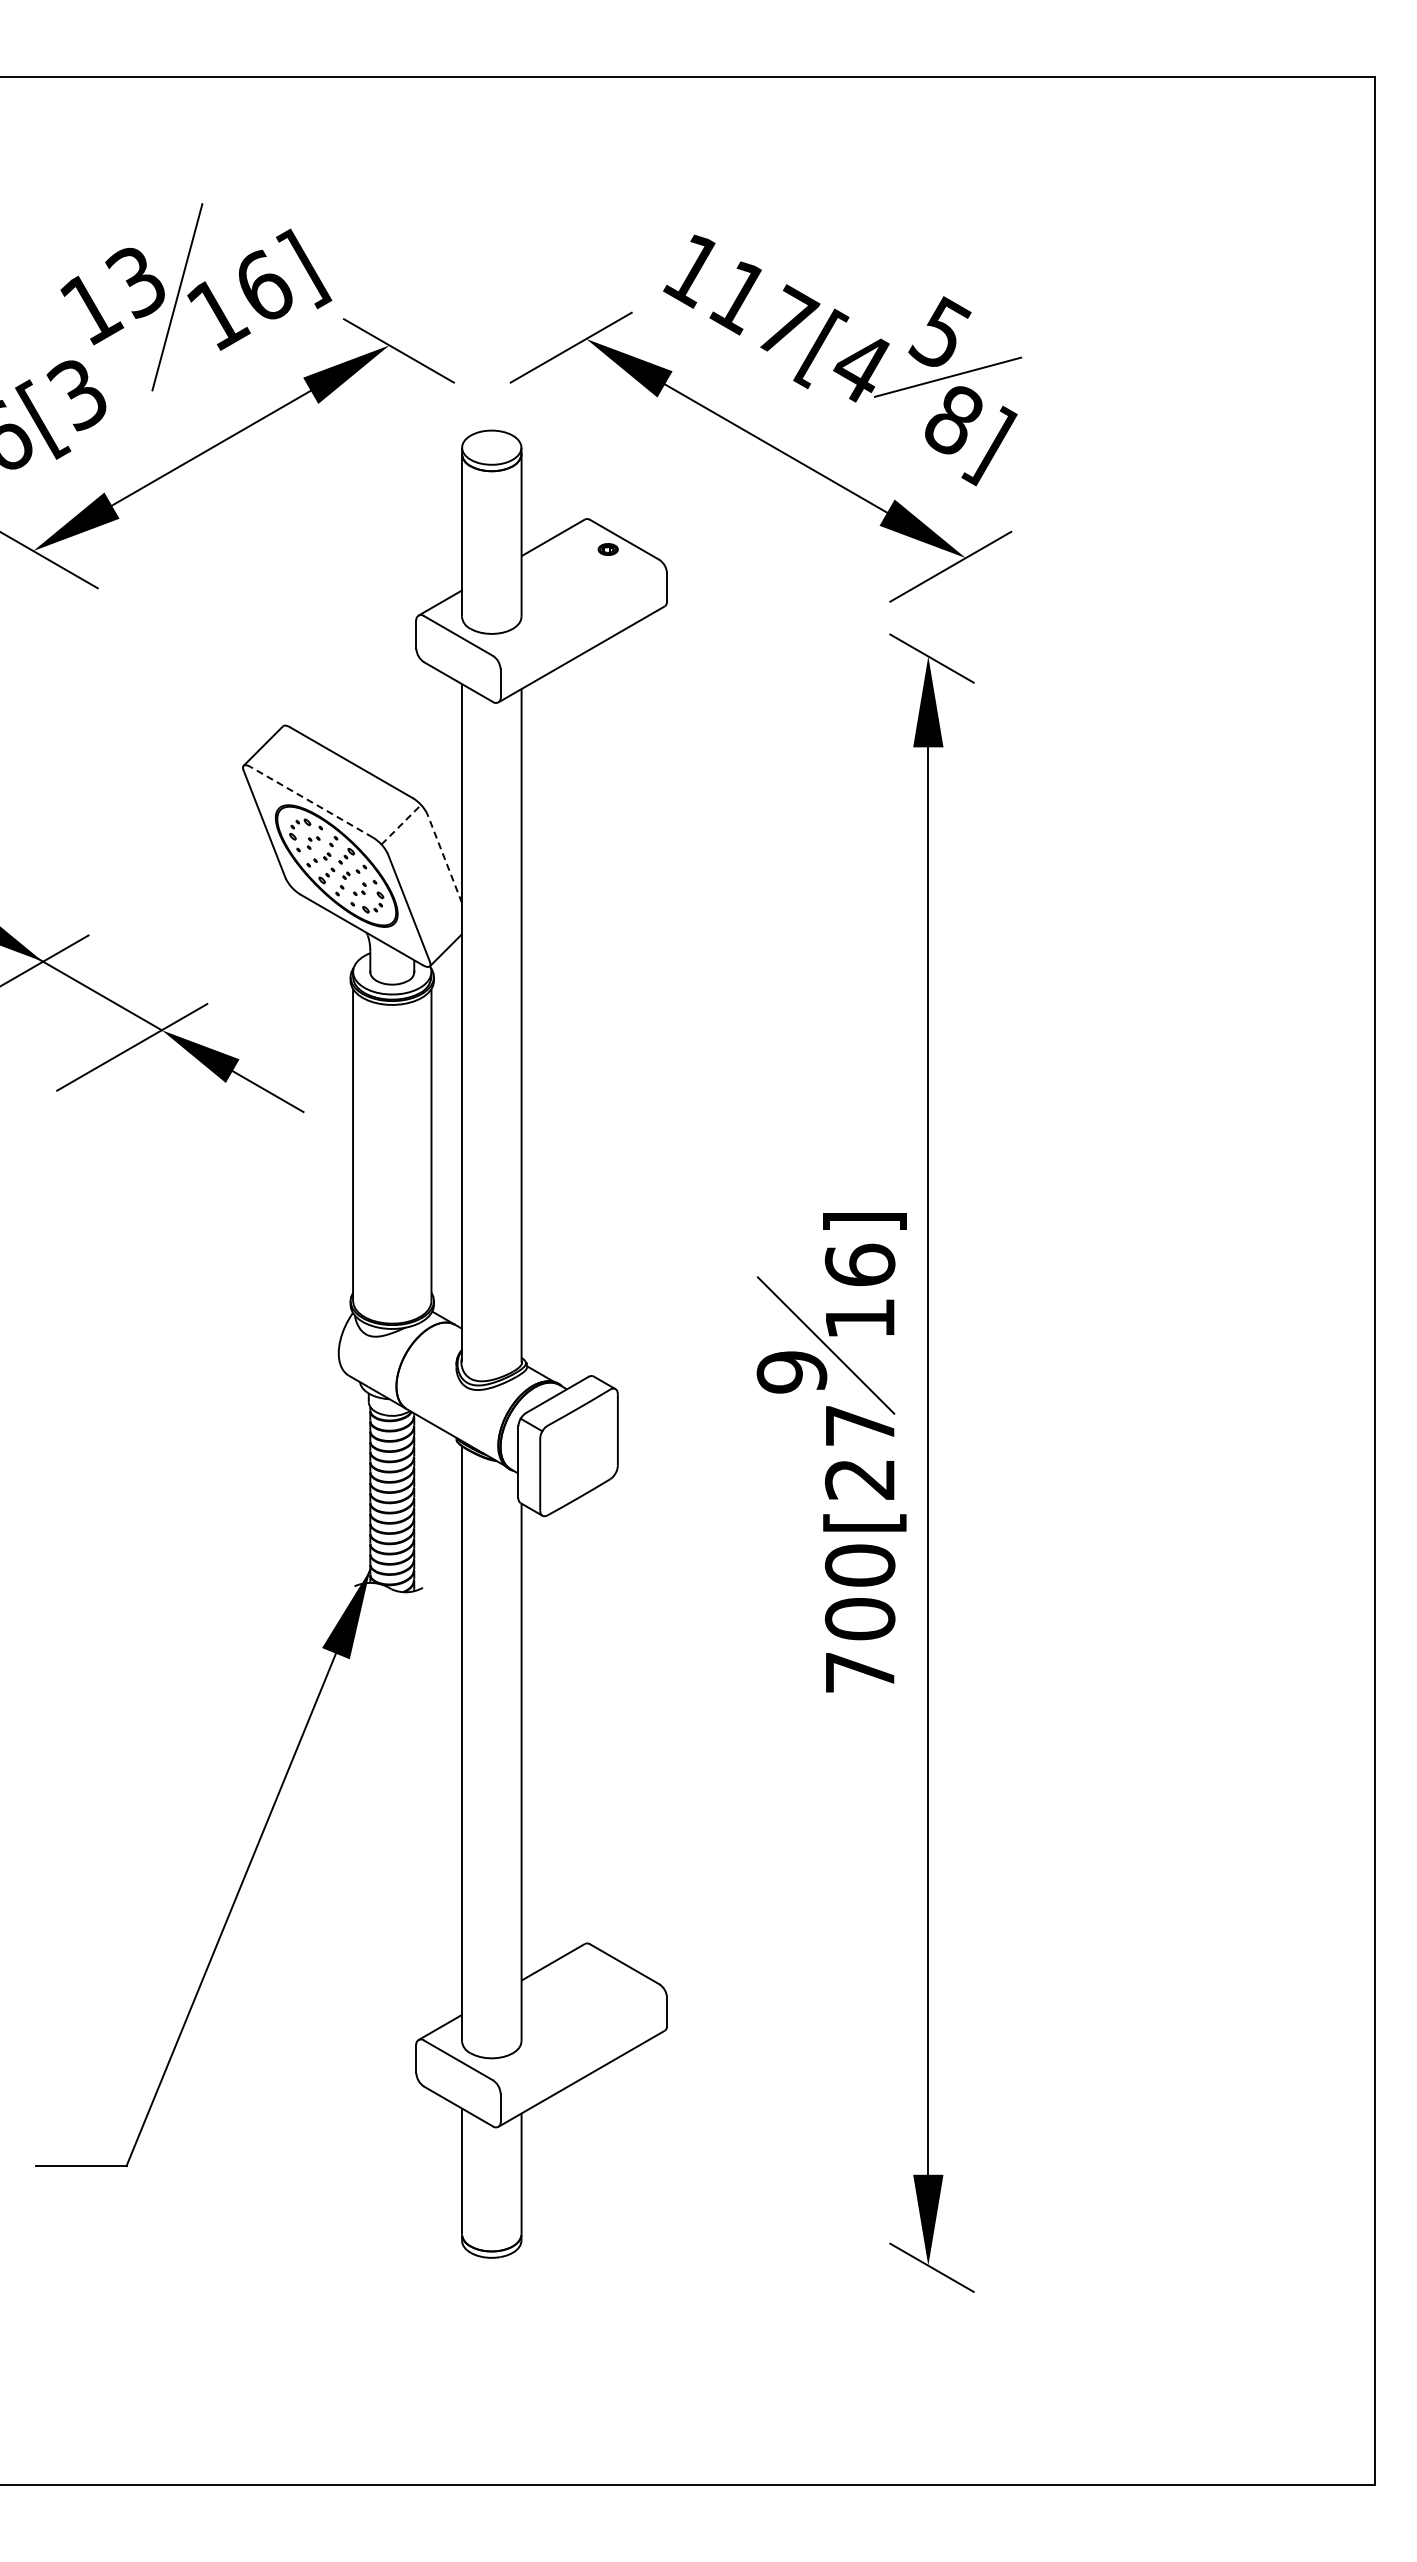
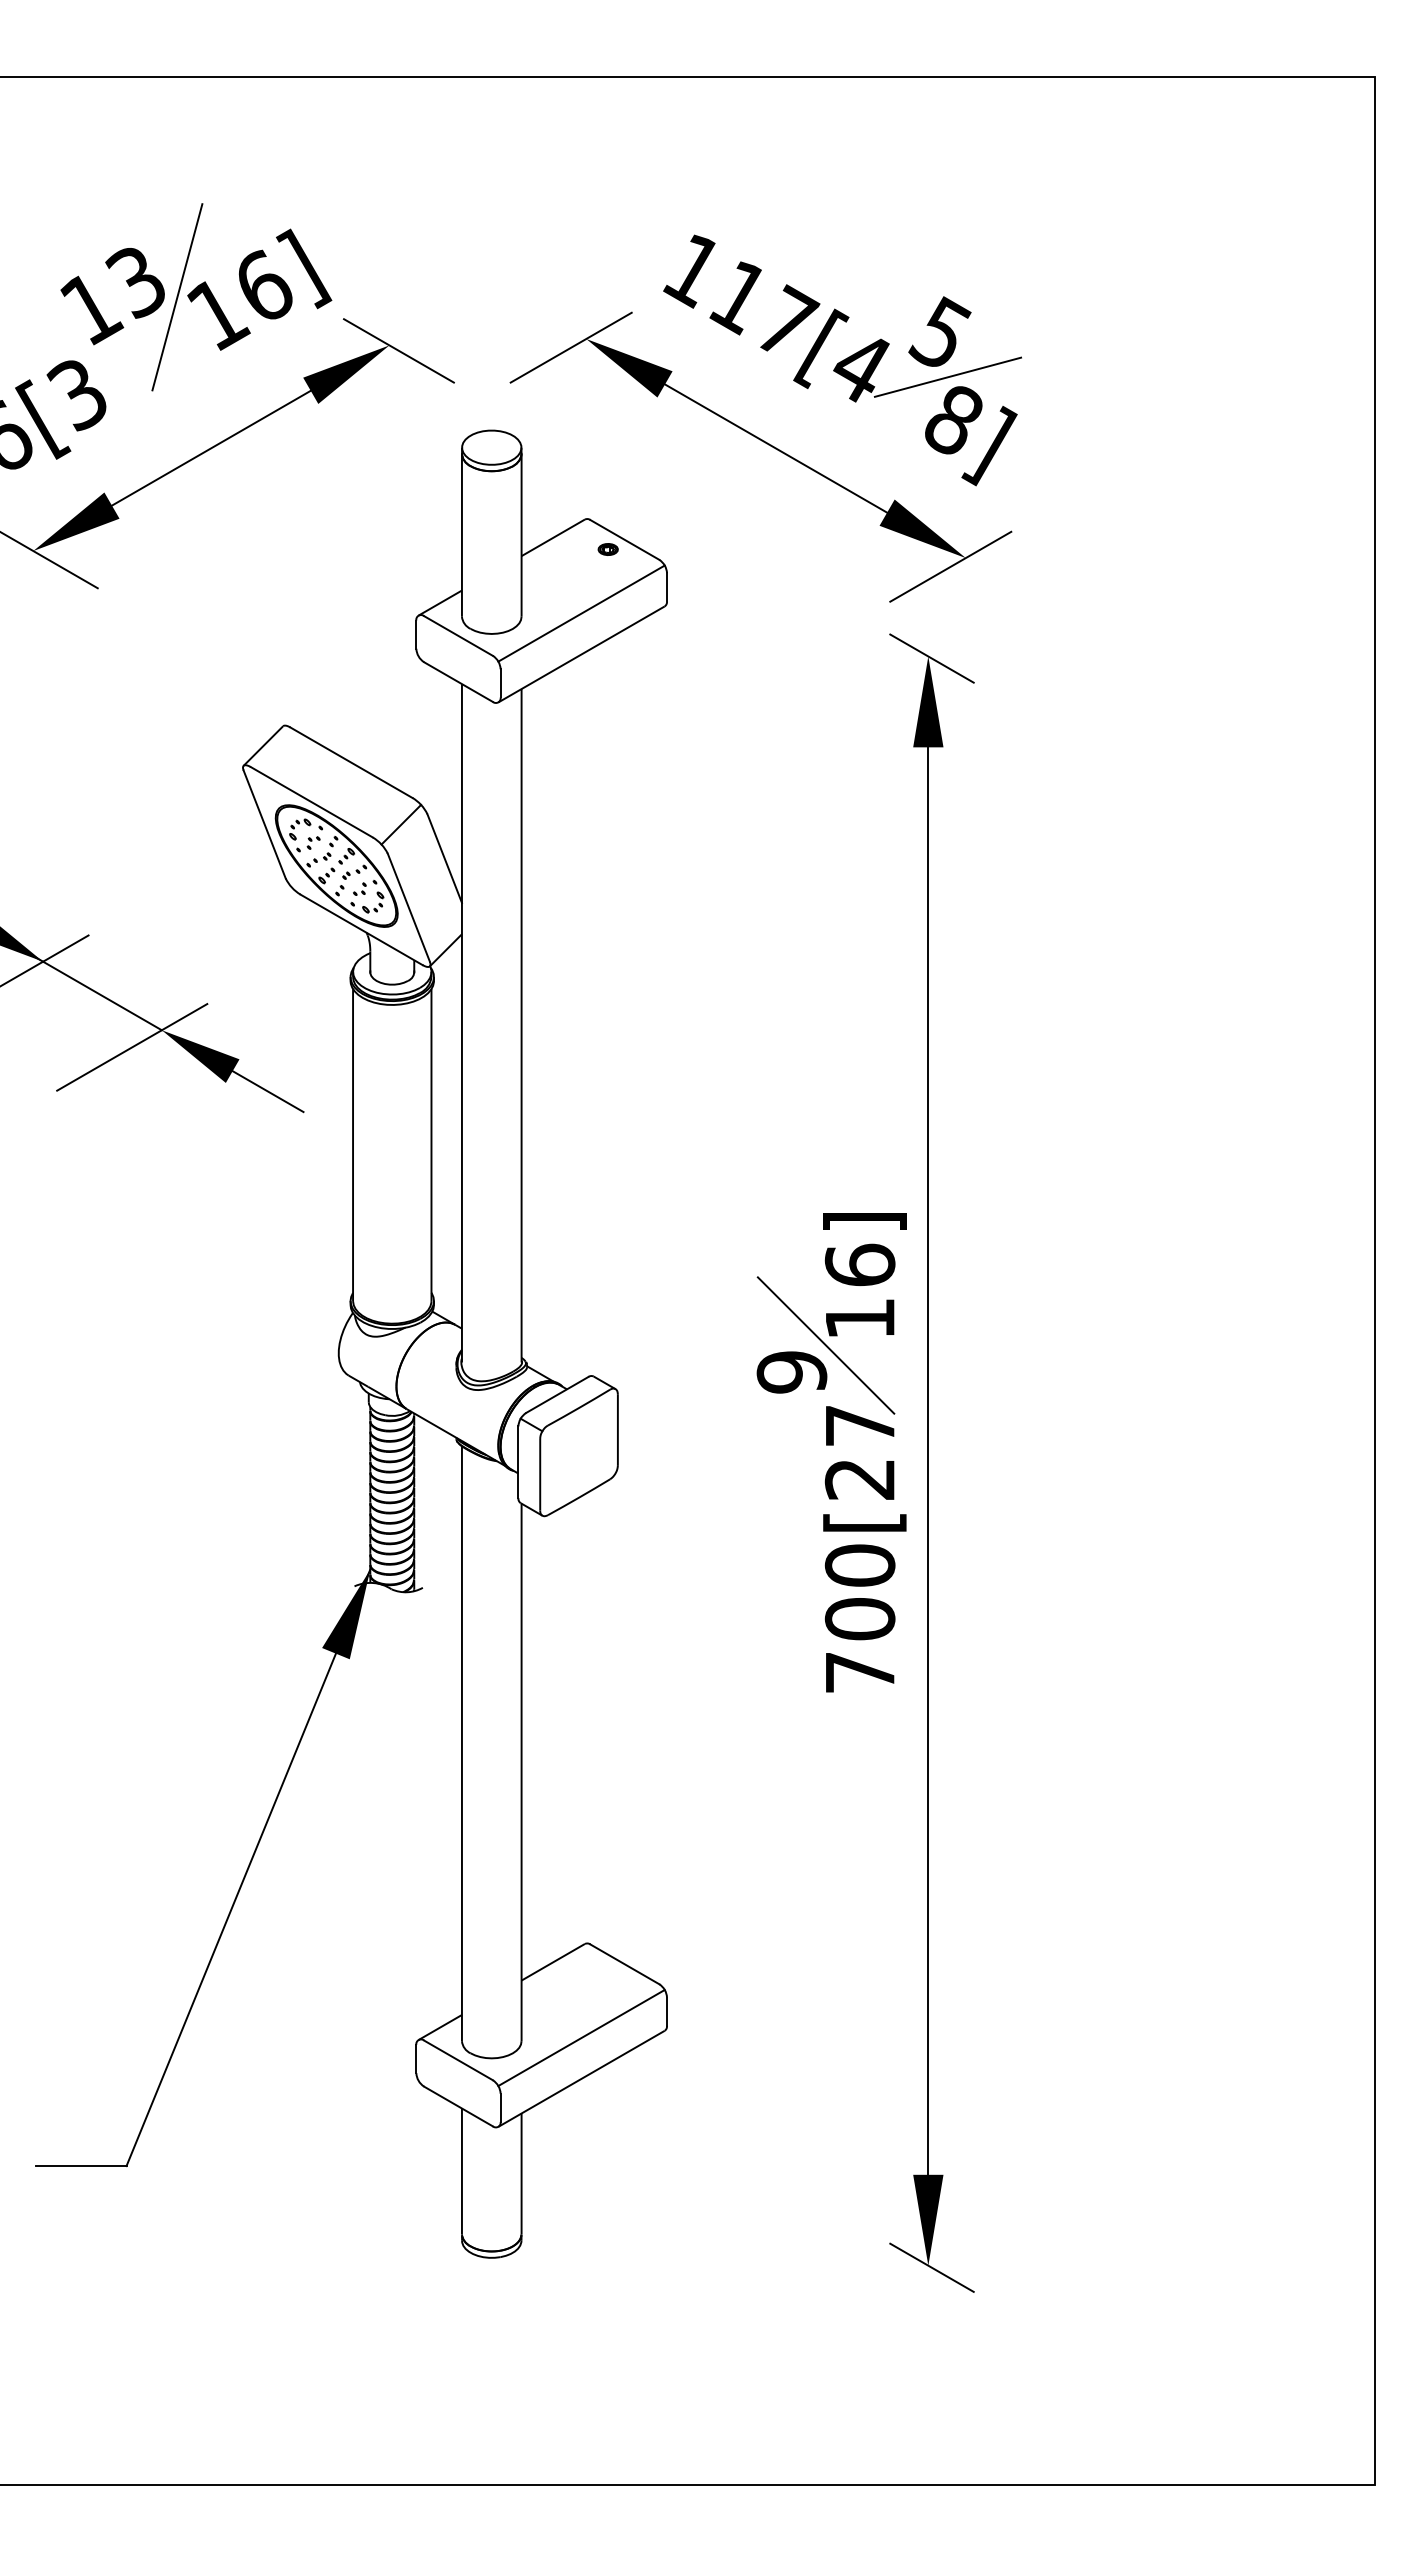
line at (581, 613): none -> present
line at (311, 802): dashed -> solid
line at (401, 824): dashed -> solid
line at (444, 858): dashed -> solid
line at (581, 2037): none -> present
